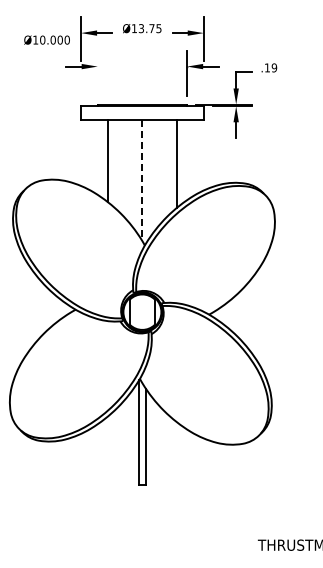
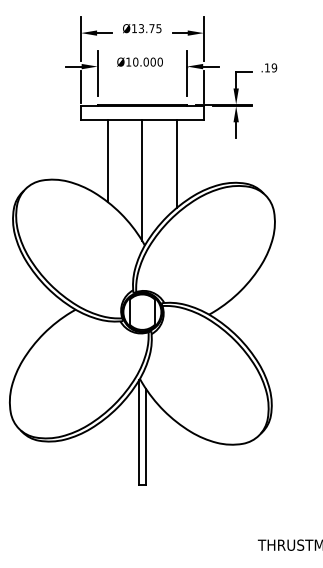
text at (46, 39) position: (46, 39) -> (139, 61)
line at (97, 72): none -> present
line at (81, 87): none -> present
line at (203, 87): none -> present
line at (142, 181): dashed -> solid
